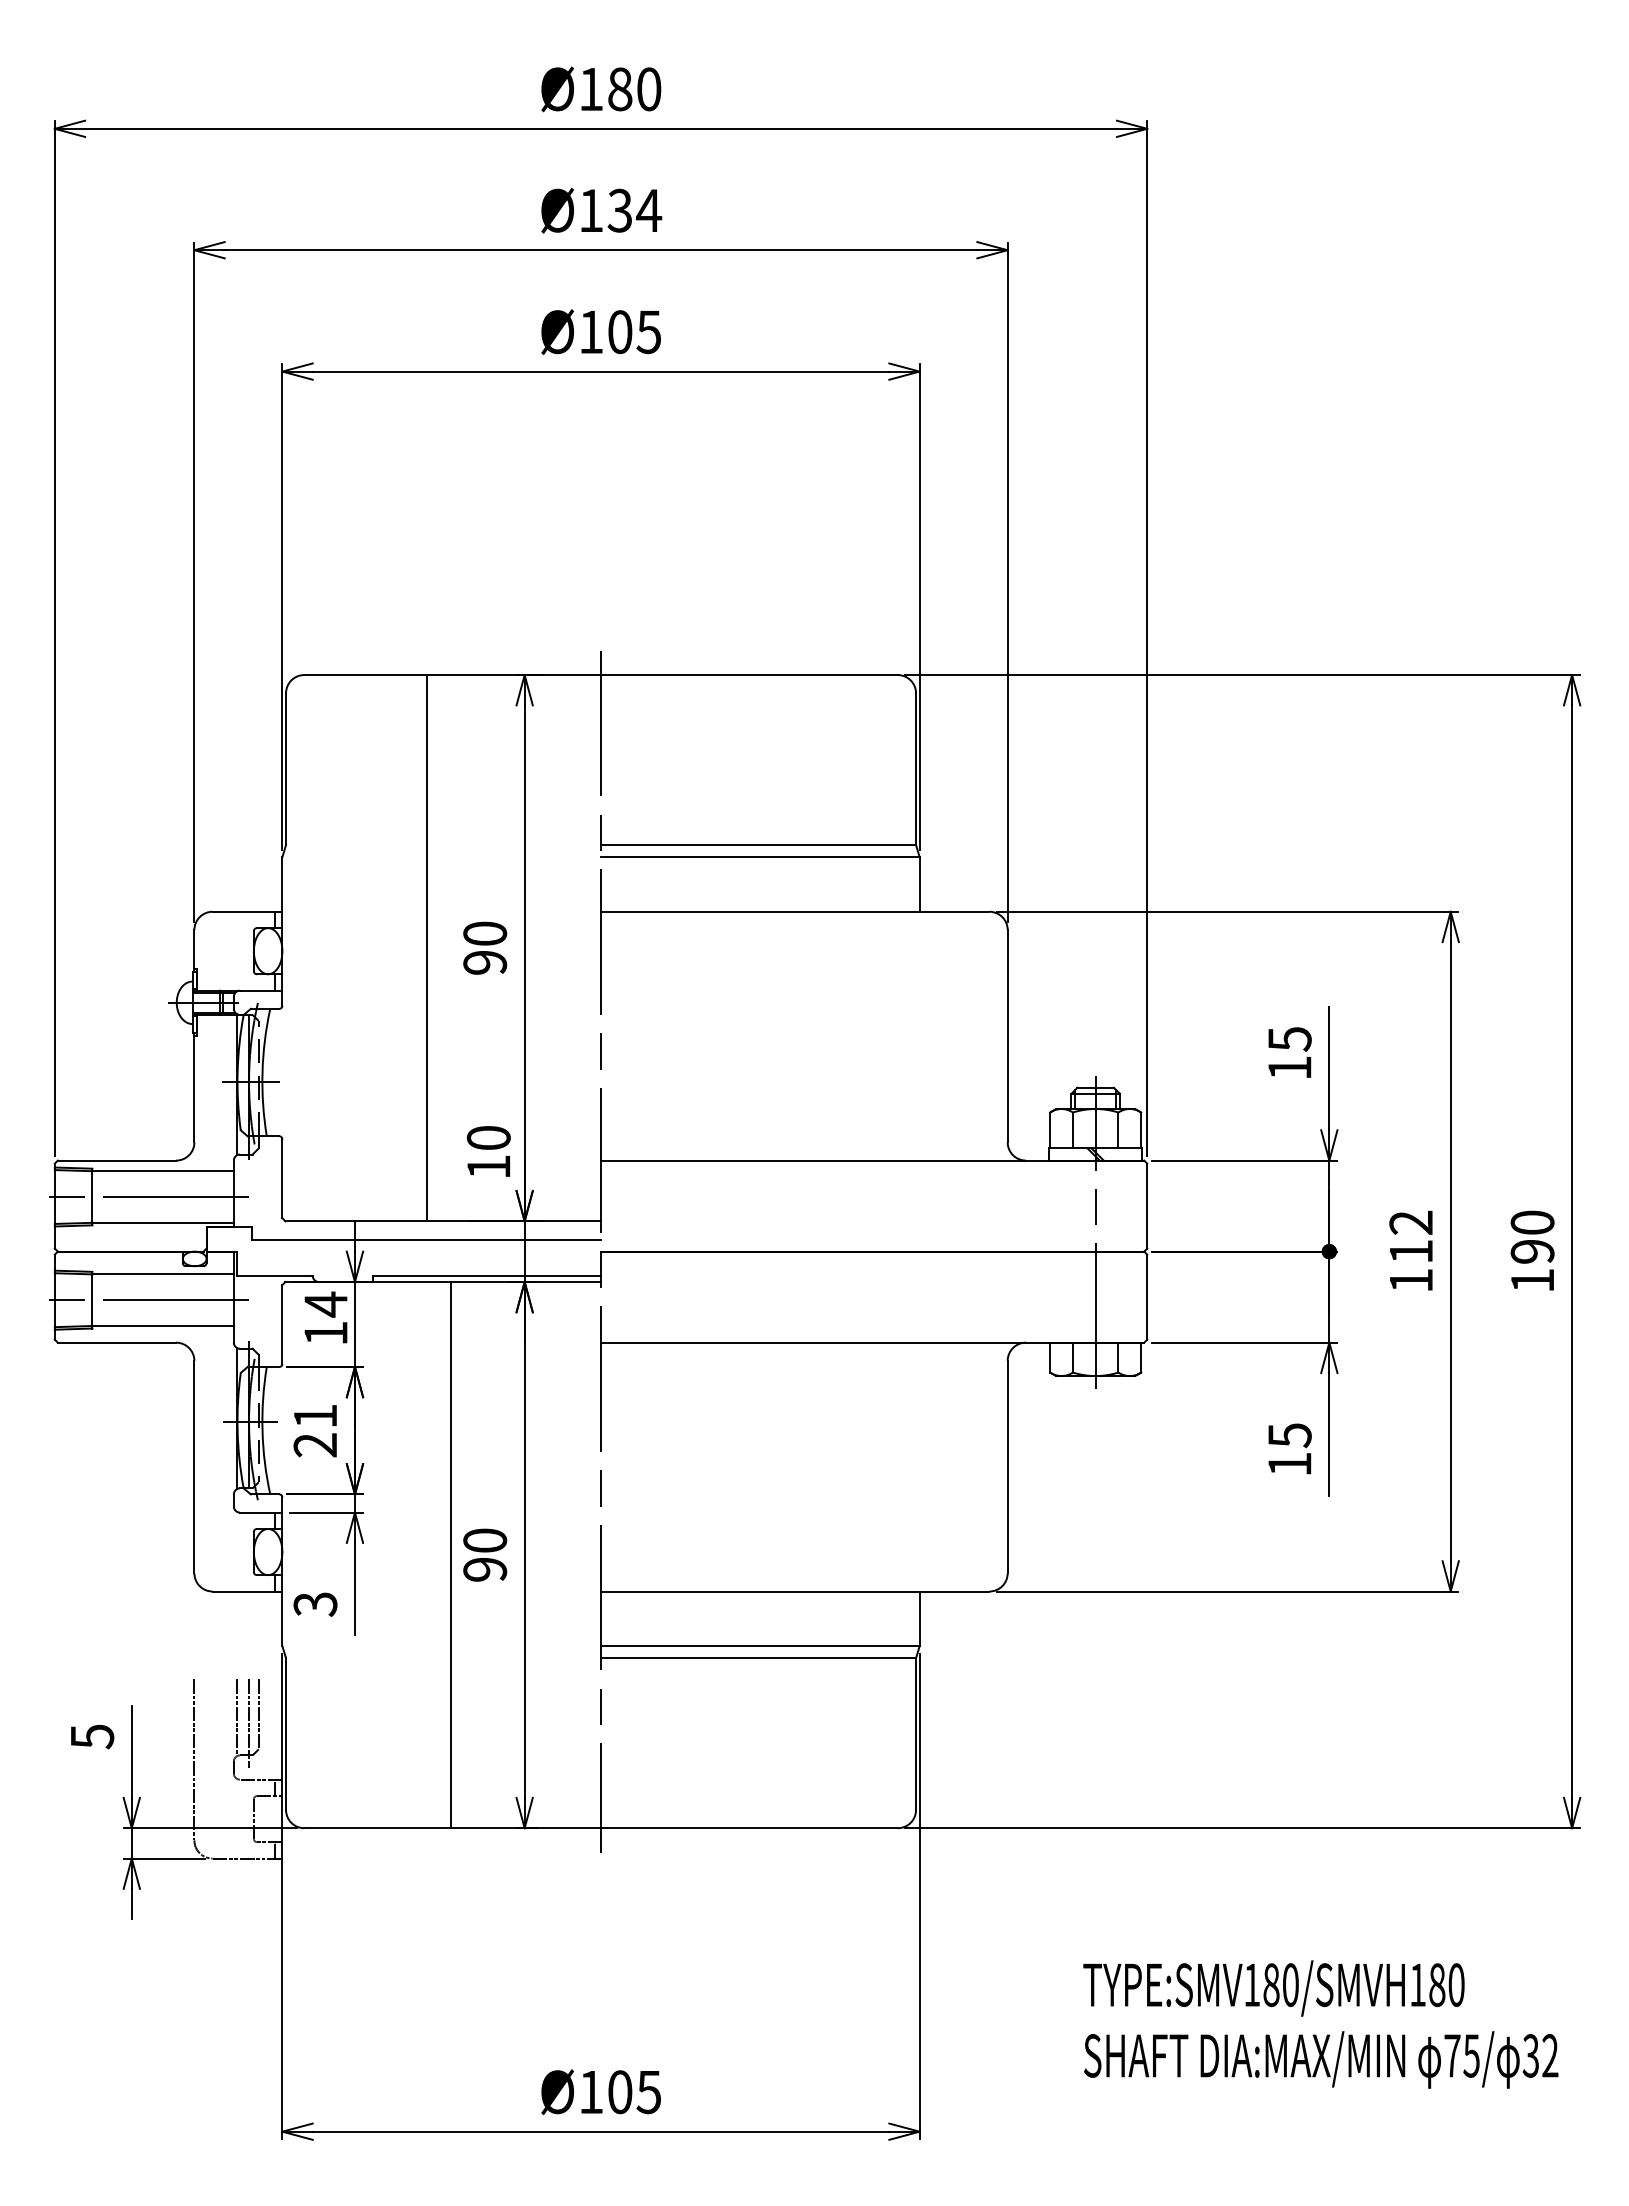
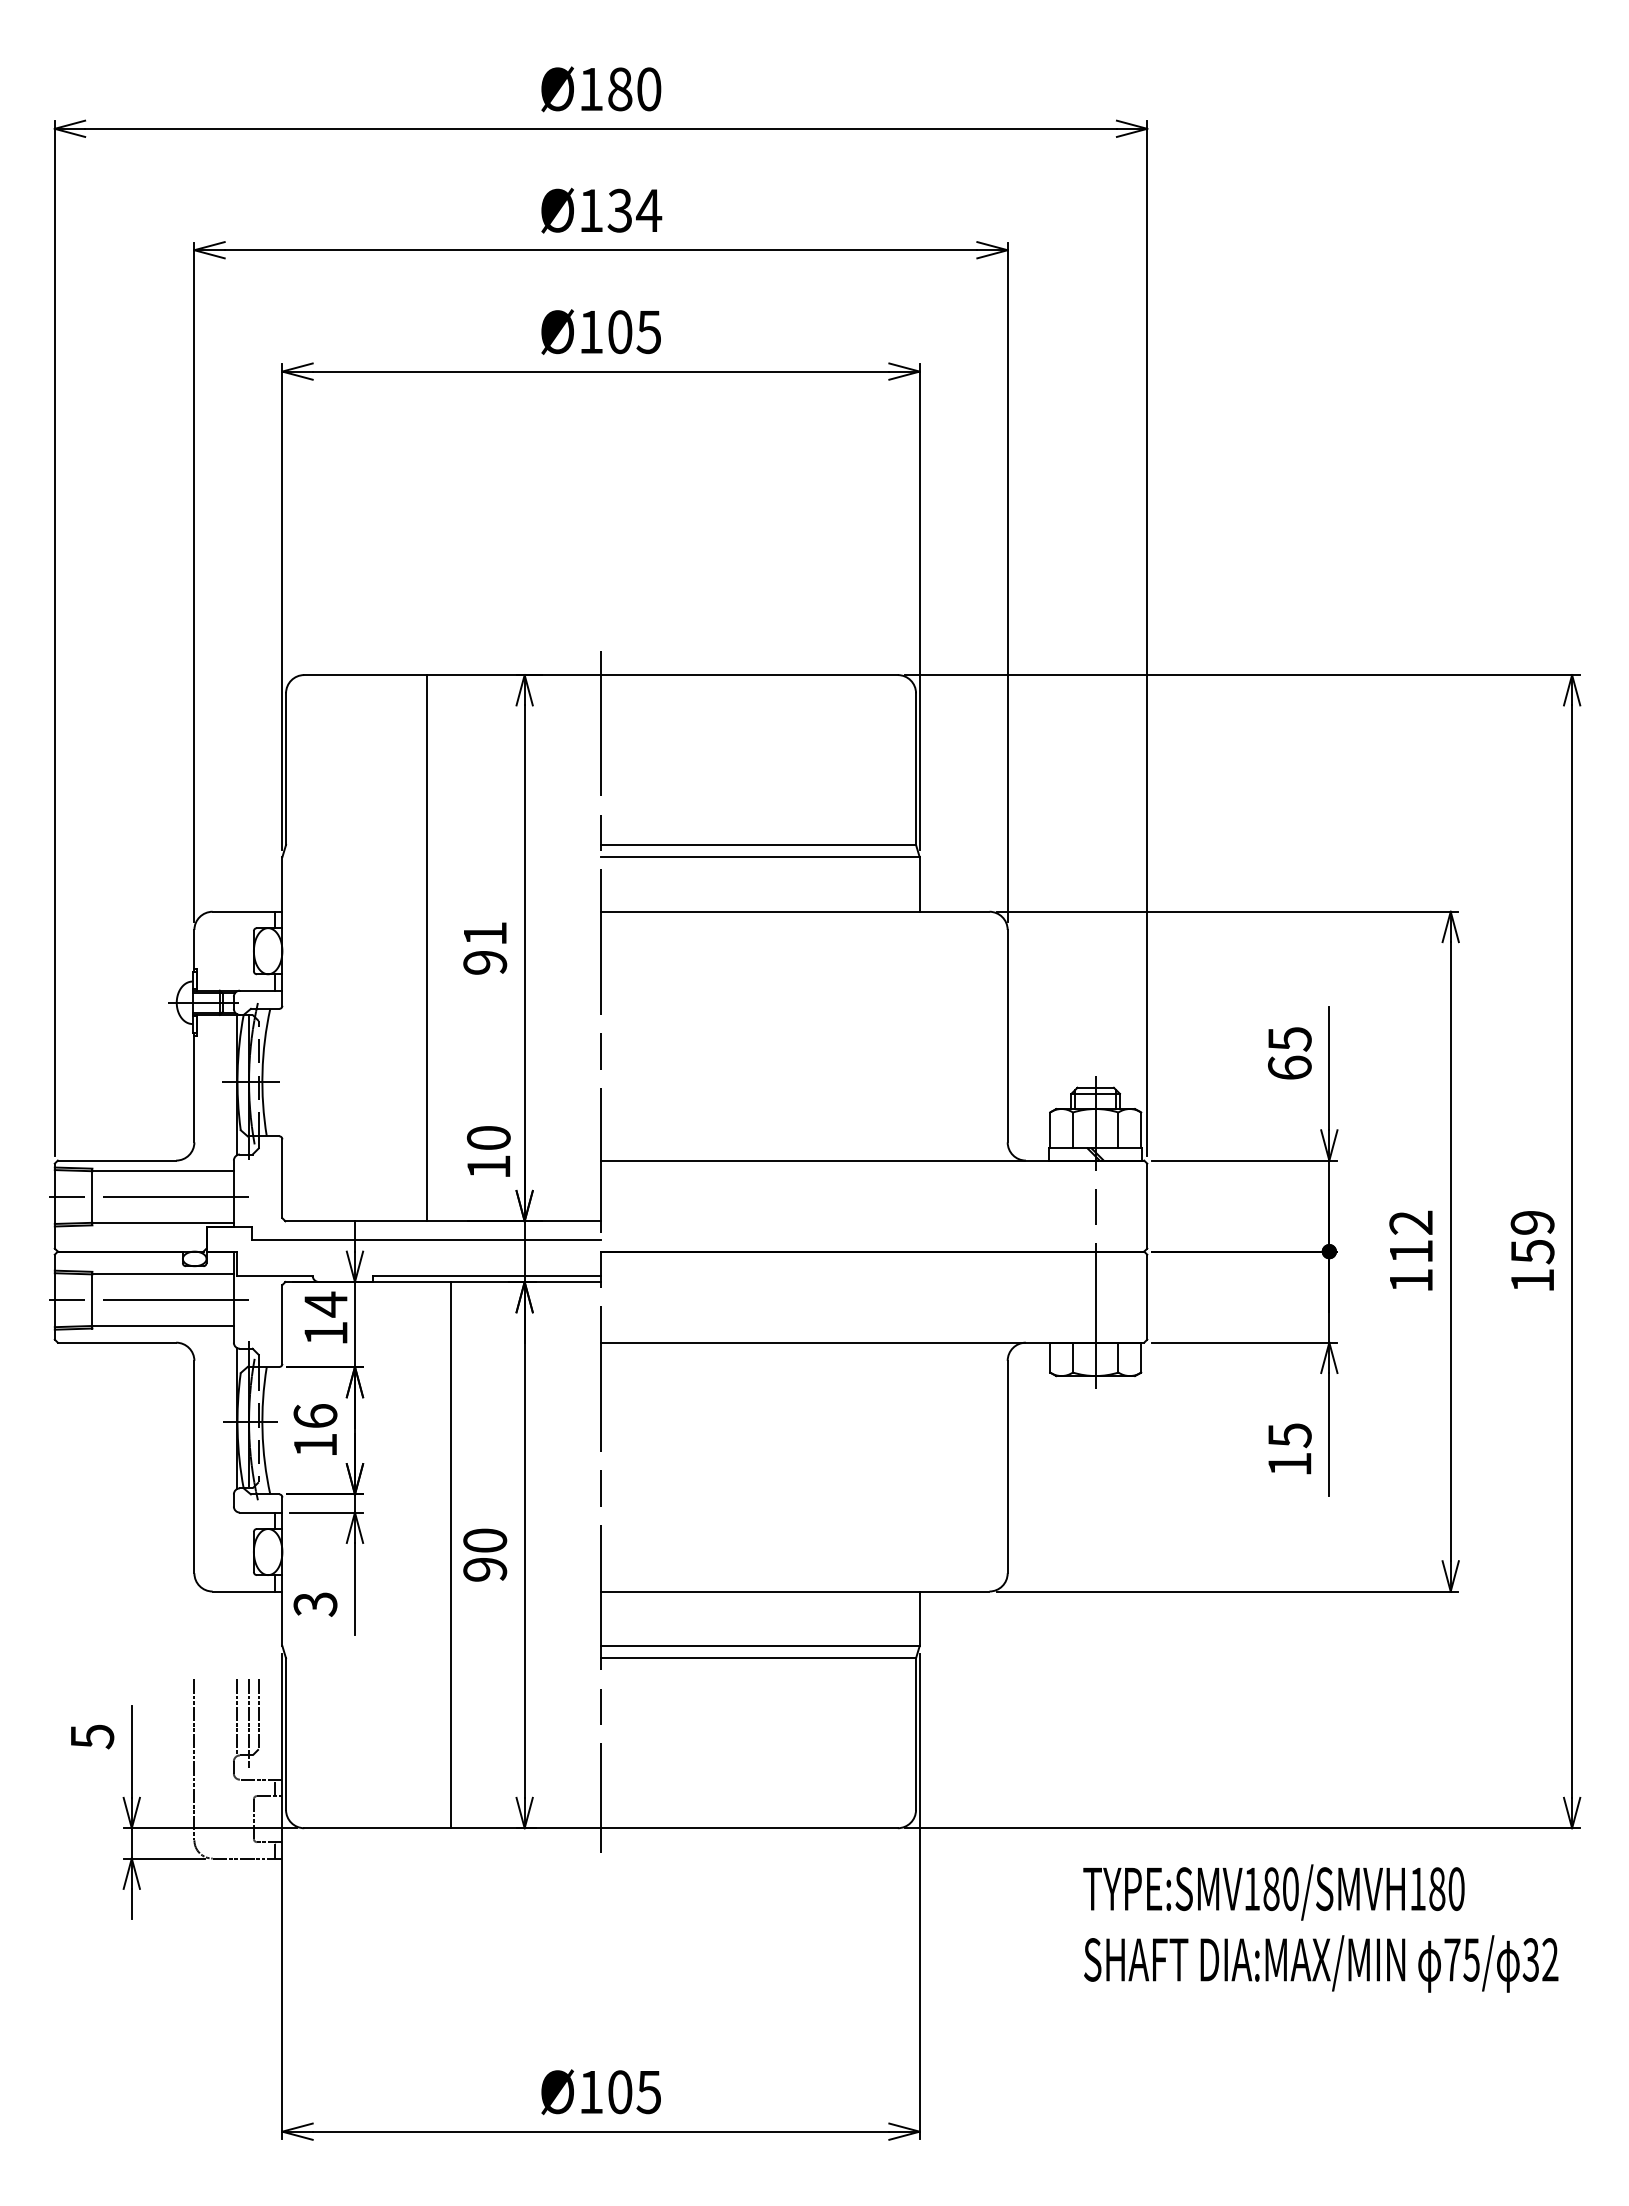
text at (485, 933): 90 -> 91
text at (1289, 1067): 15 -> 65
text at (1532, 1237): 190 -> 159
text at (315, 1430): 21 -> 16
text at (1320, 2024) position: (1320, 2024) -> (1320, 1928)
